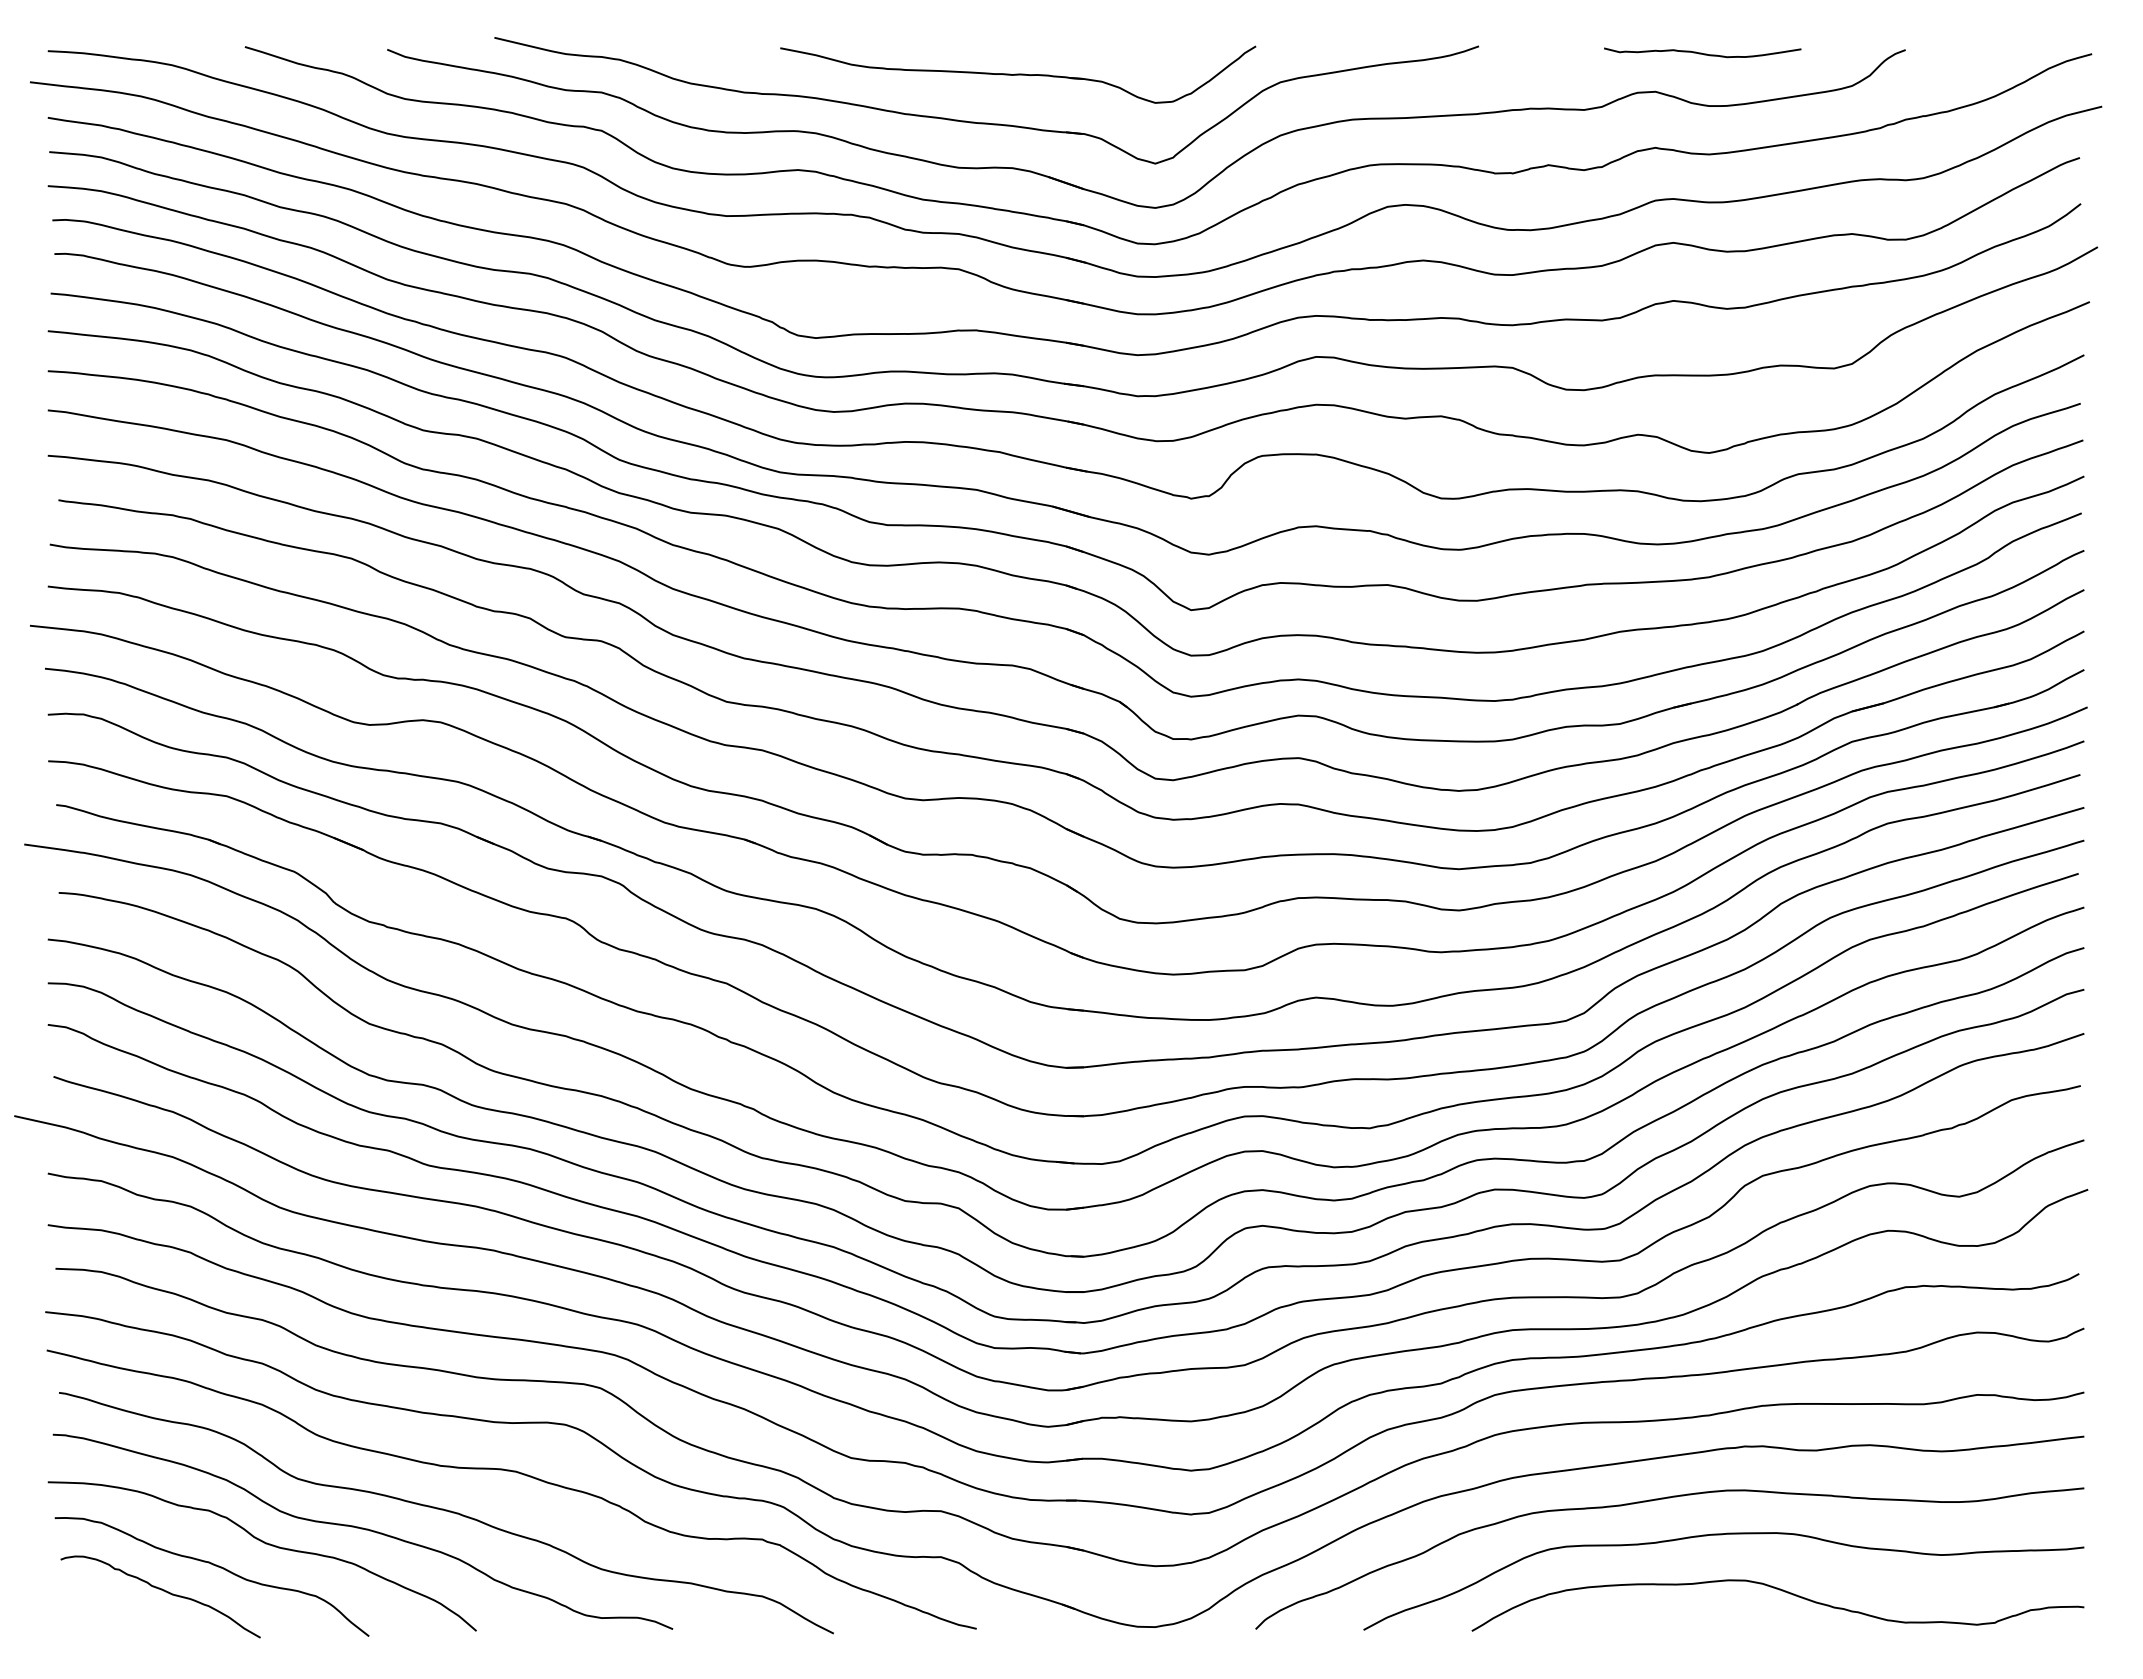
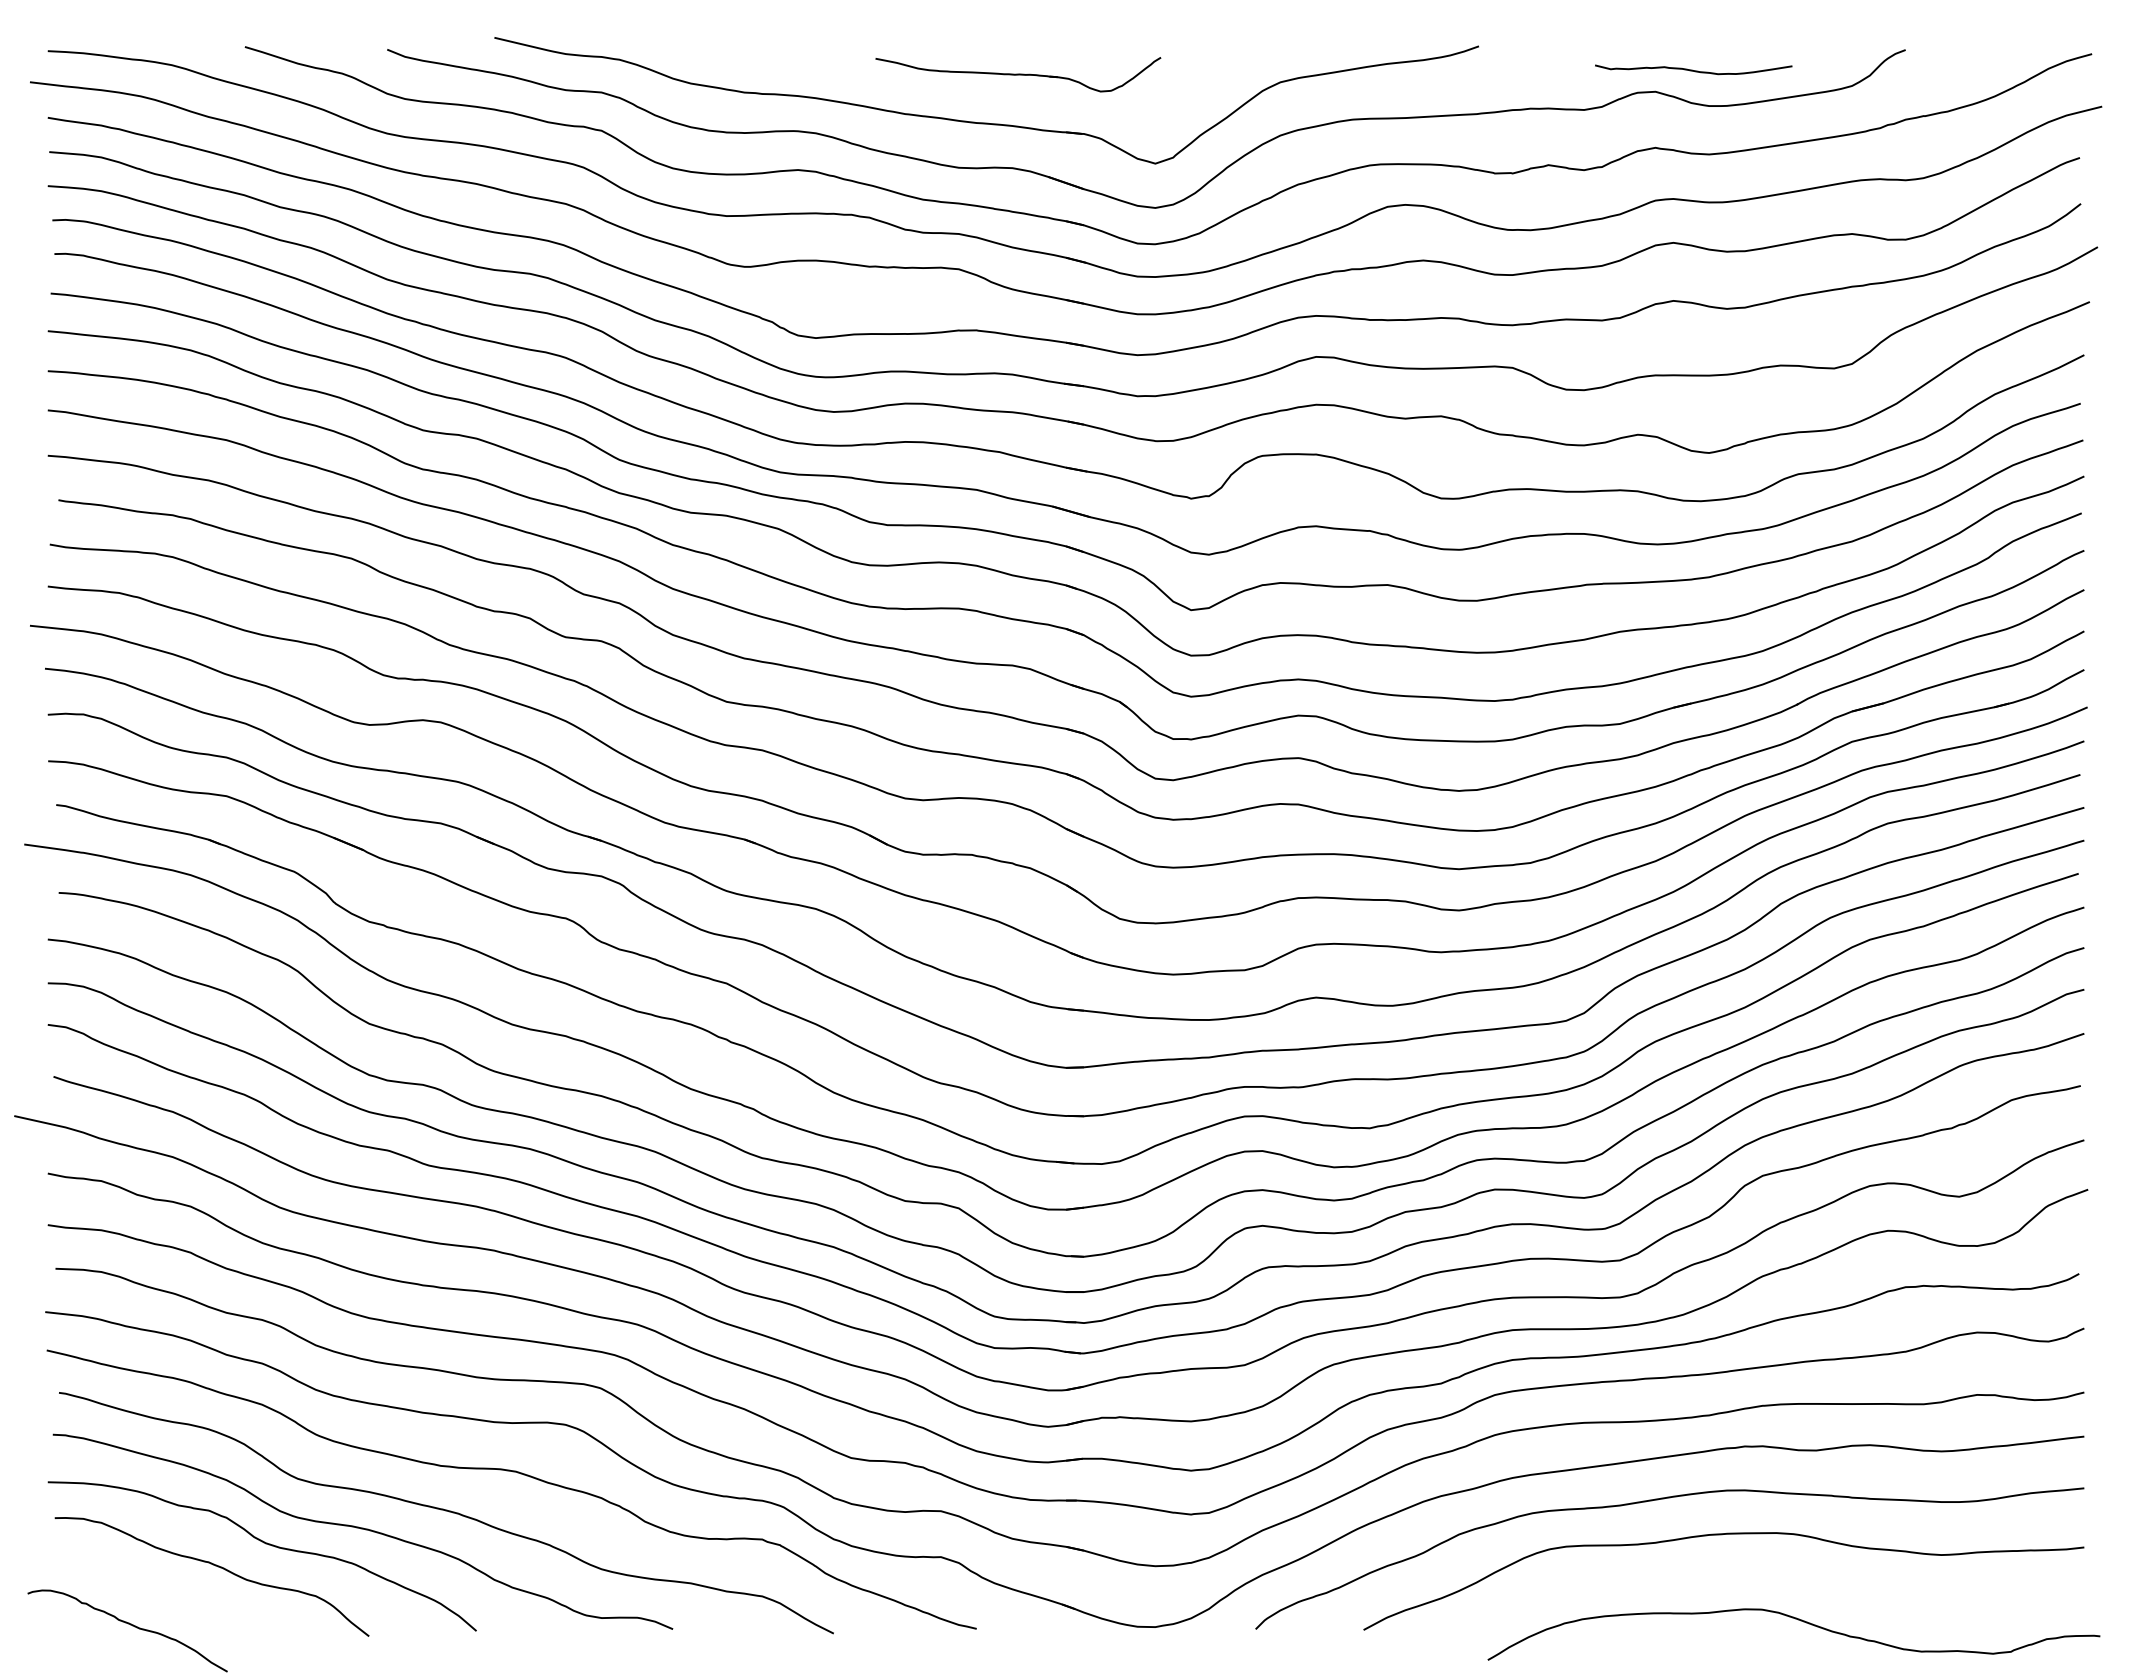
curve at (1701, 52) position: (1701, 52) -> (1692, 69)
part at (1018, 74) size: 477x59 px -> 287x36 px
curve at (163, 1591) position: (163, 1591) -> (130, 1625)
curve at (1784, 1592) position: (1784, 1592) -> (1800, 1621)
